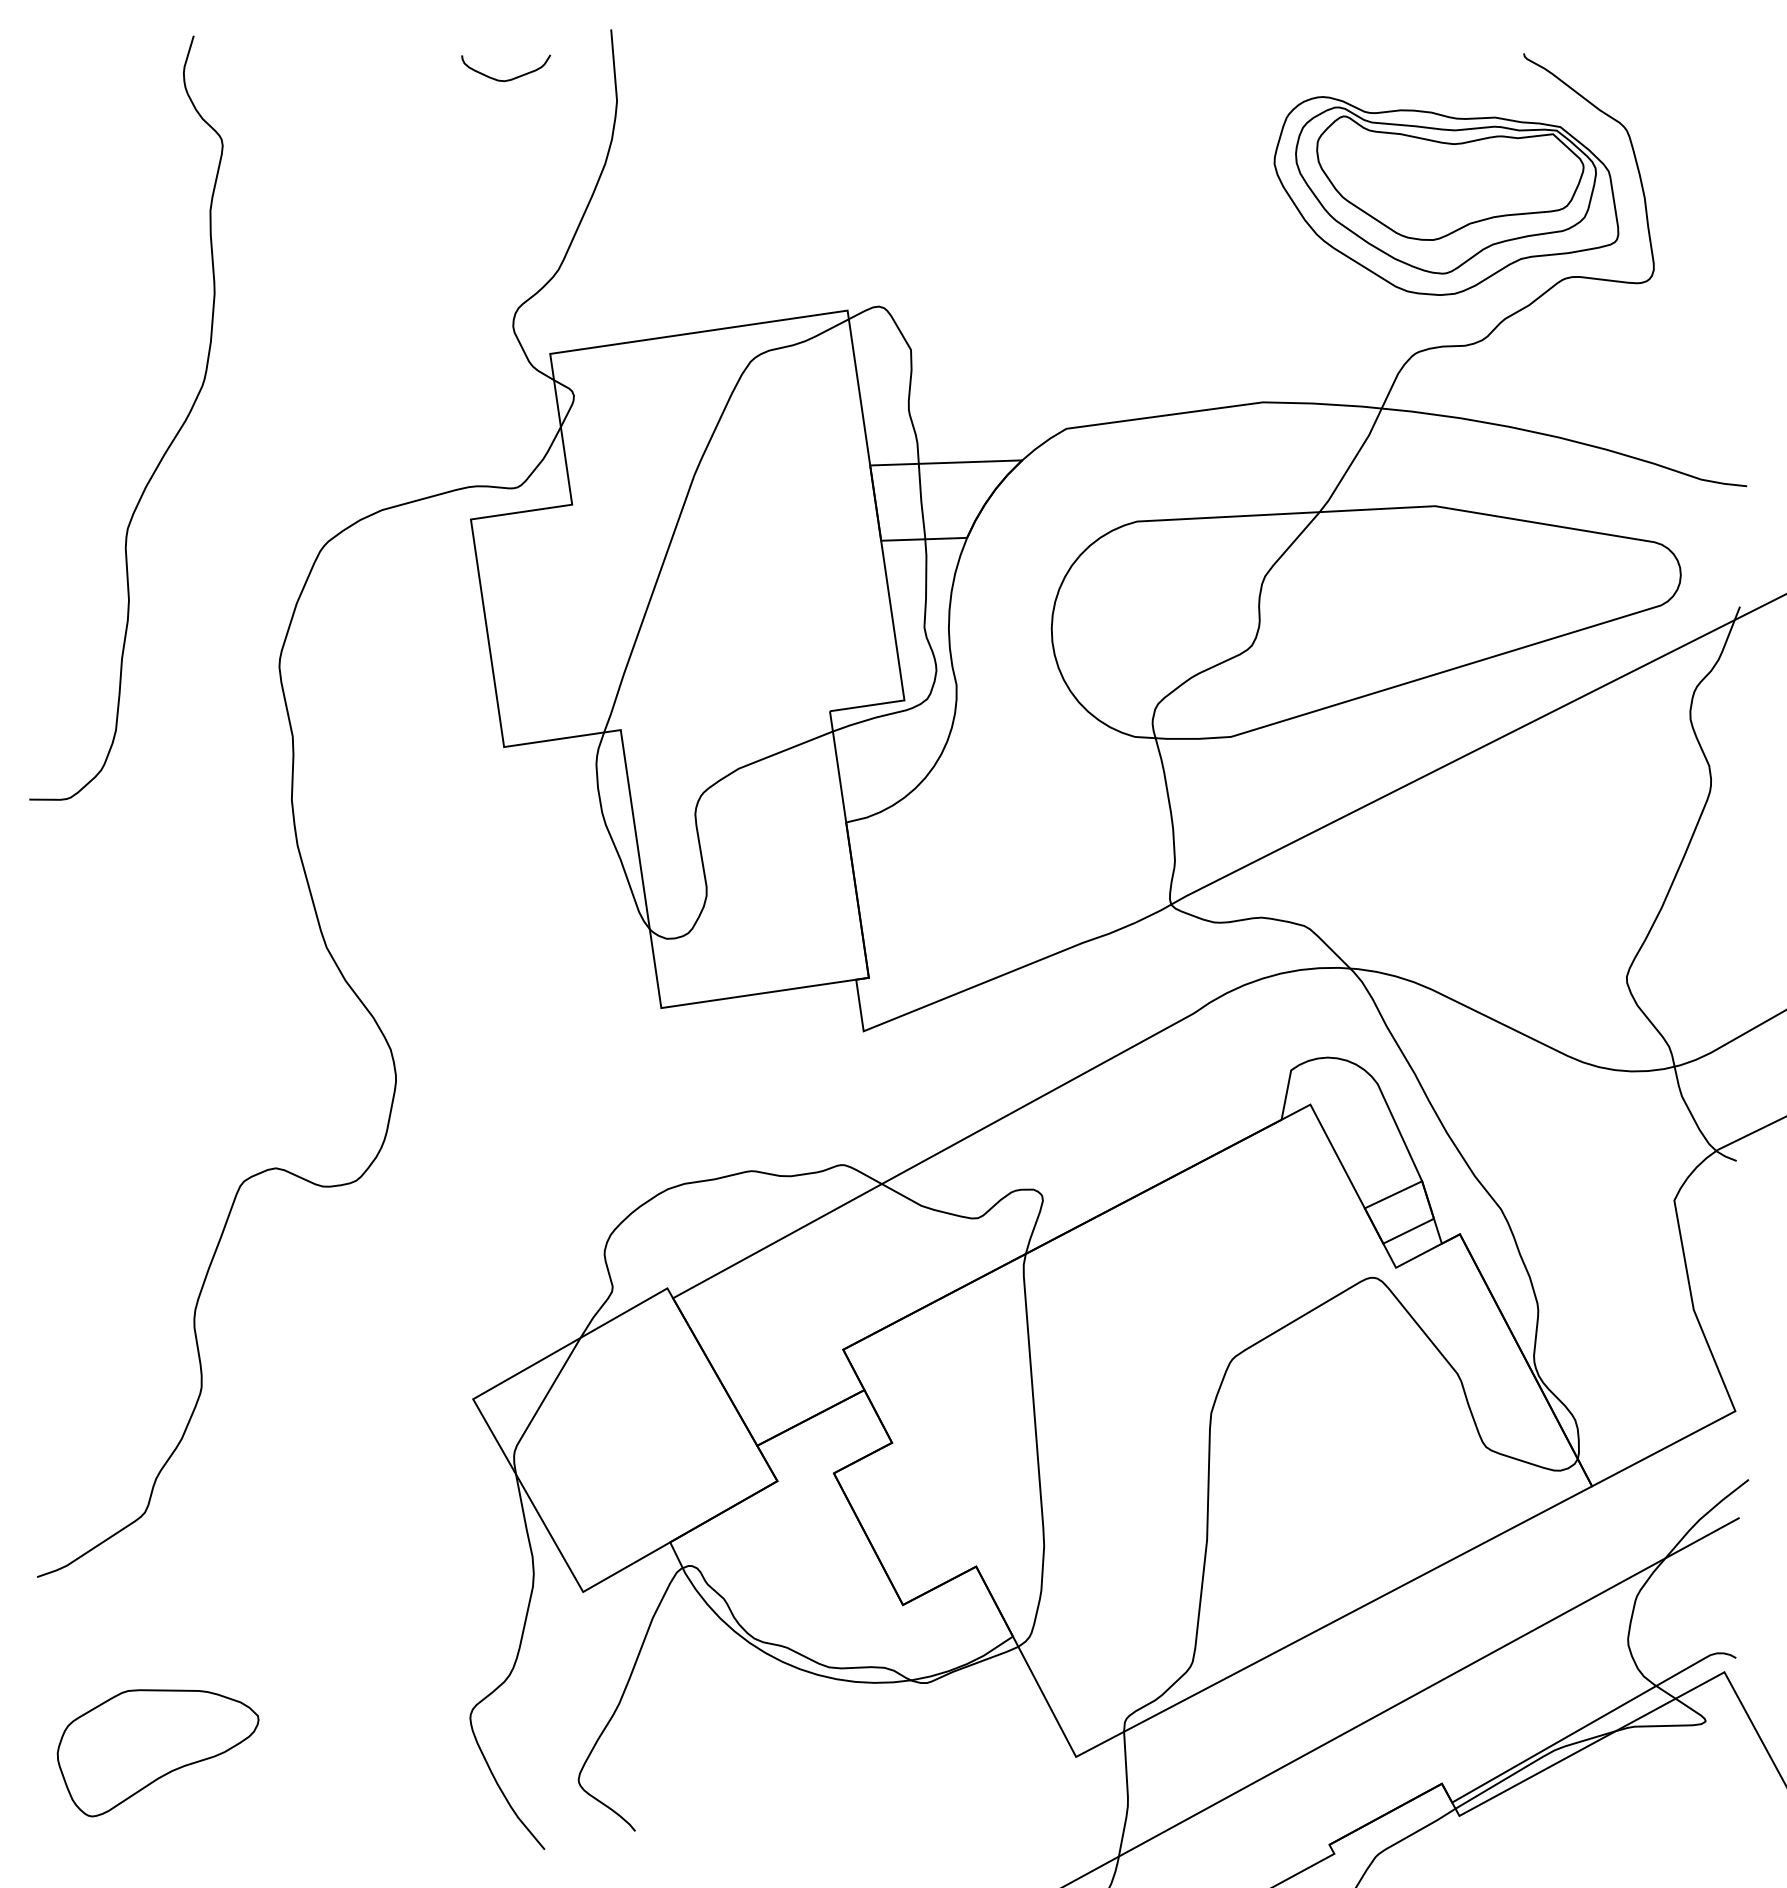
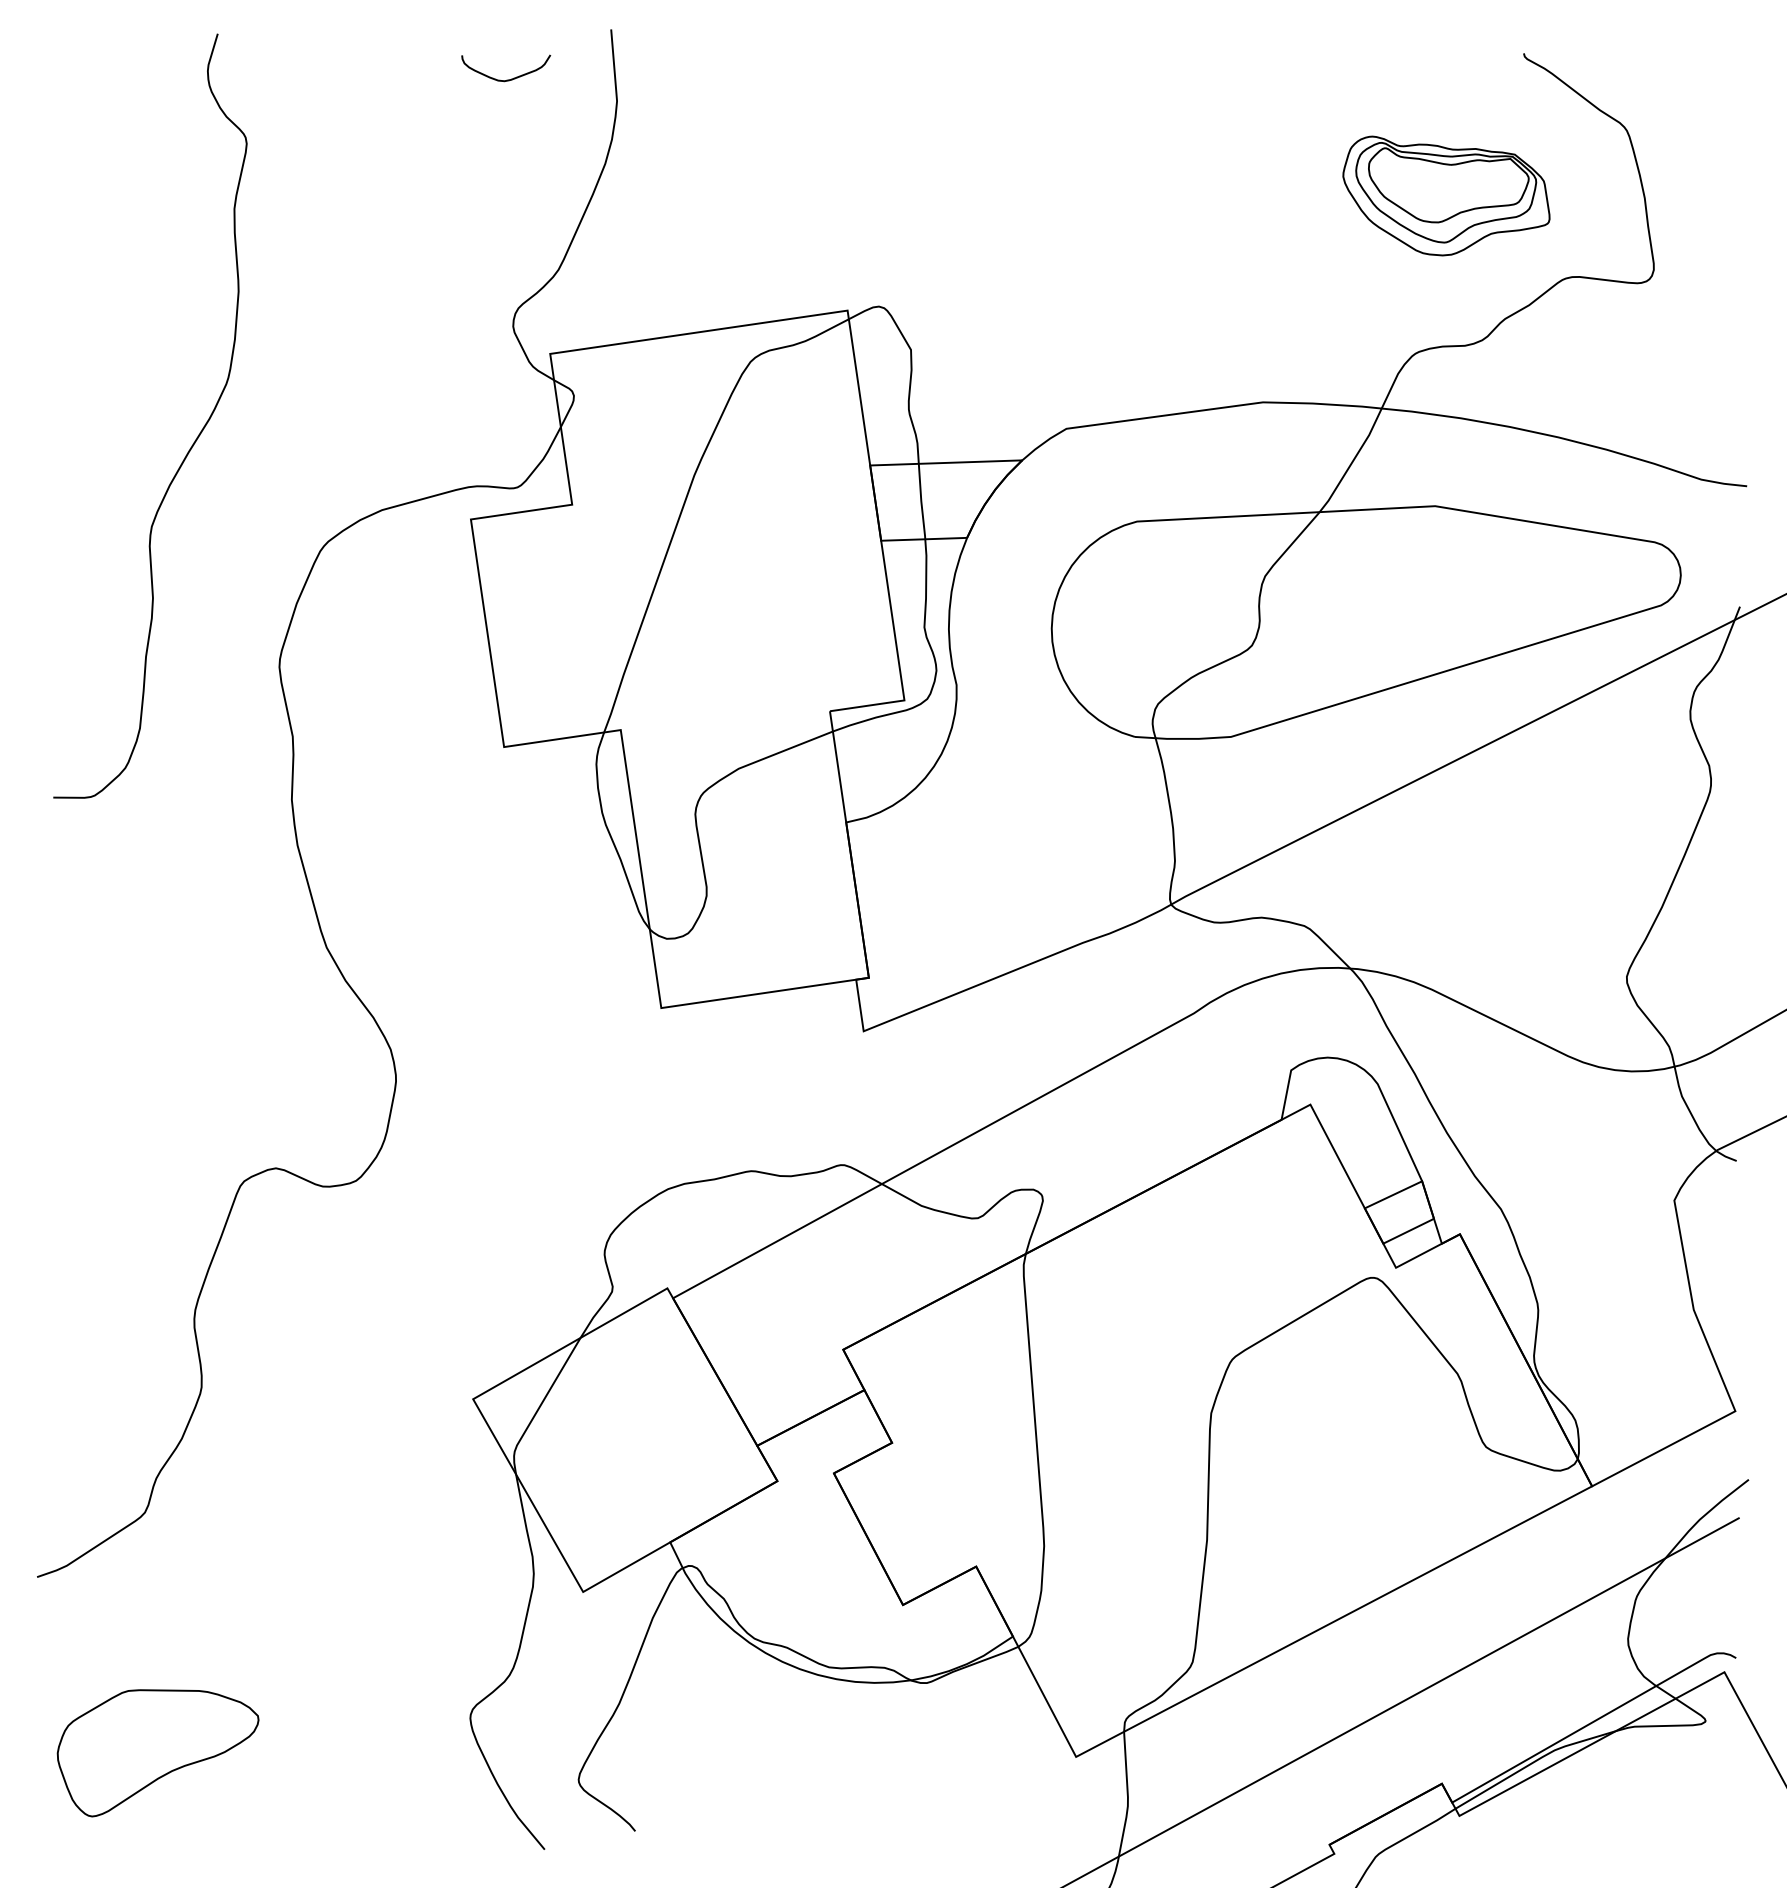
part at (1446, 195) size: 347x200 px -> 209x122 px
curve at (170, 442) position: (170, 442) -> (194, 440)
